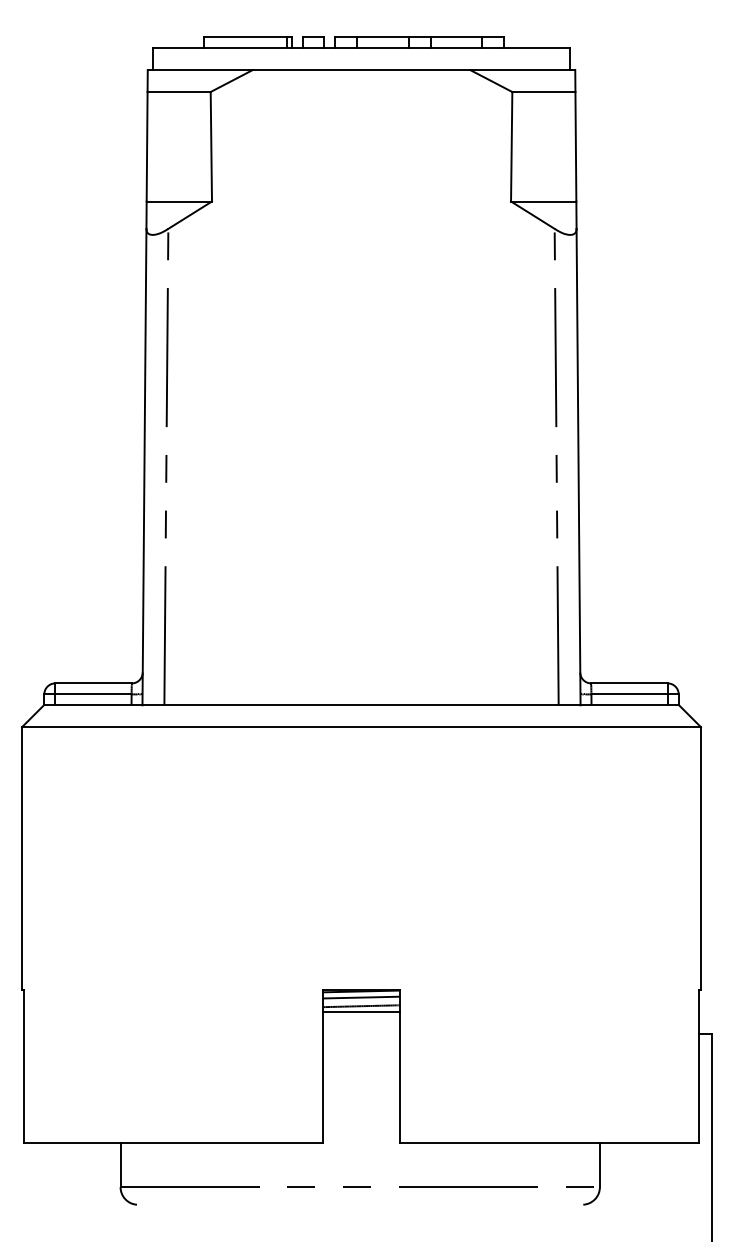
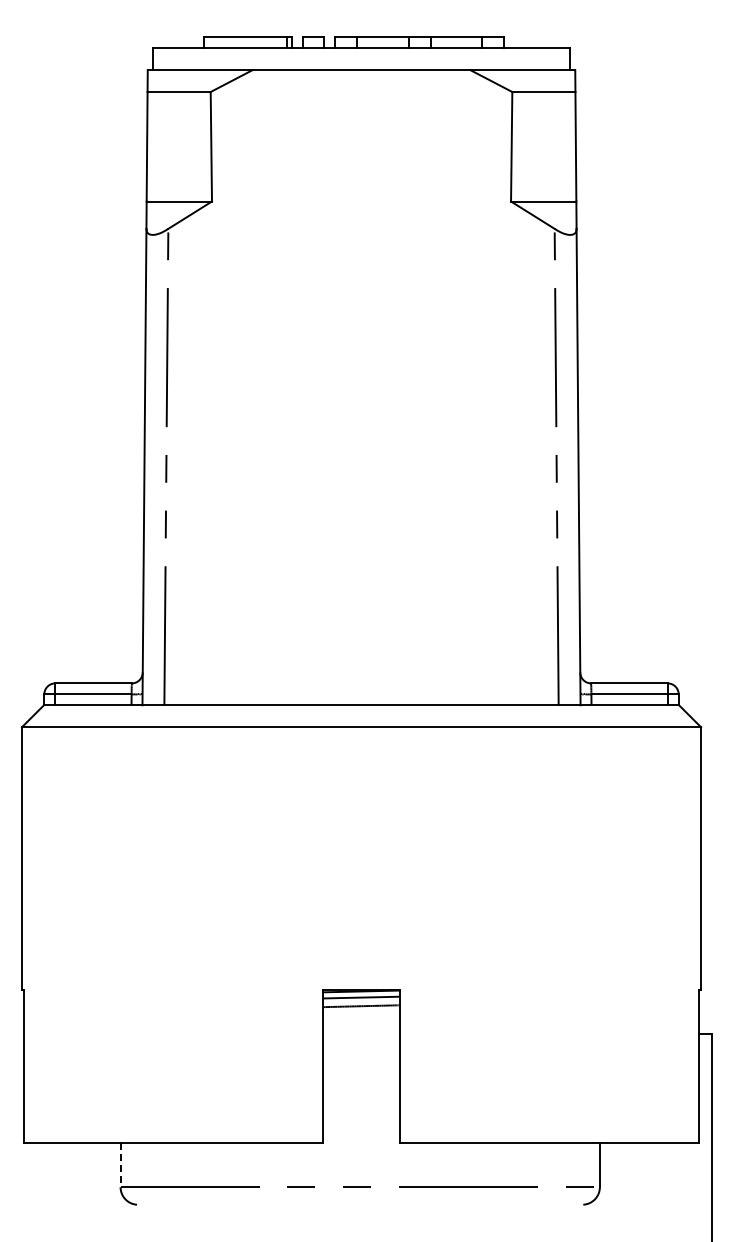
line at (361, 1011): present -> none
line at (120, 1165): solid -> dashed
